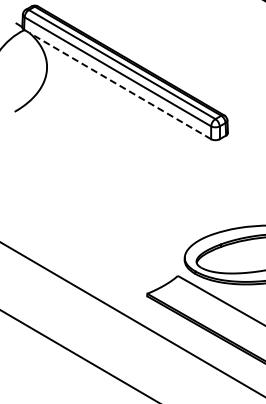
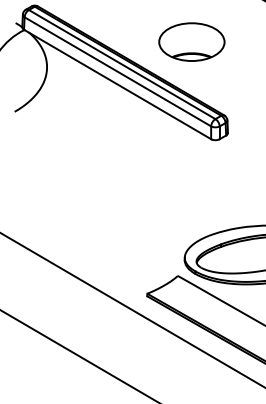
part at (191, 41): none -> present
line at (119, 85): dashed -> solid
line at (132, 319) position: (132, 319) -> (132, 310)
